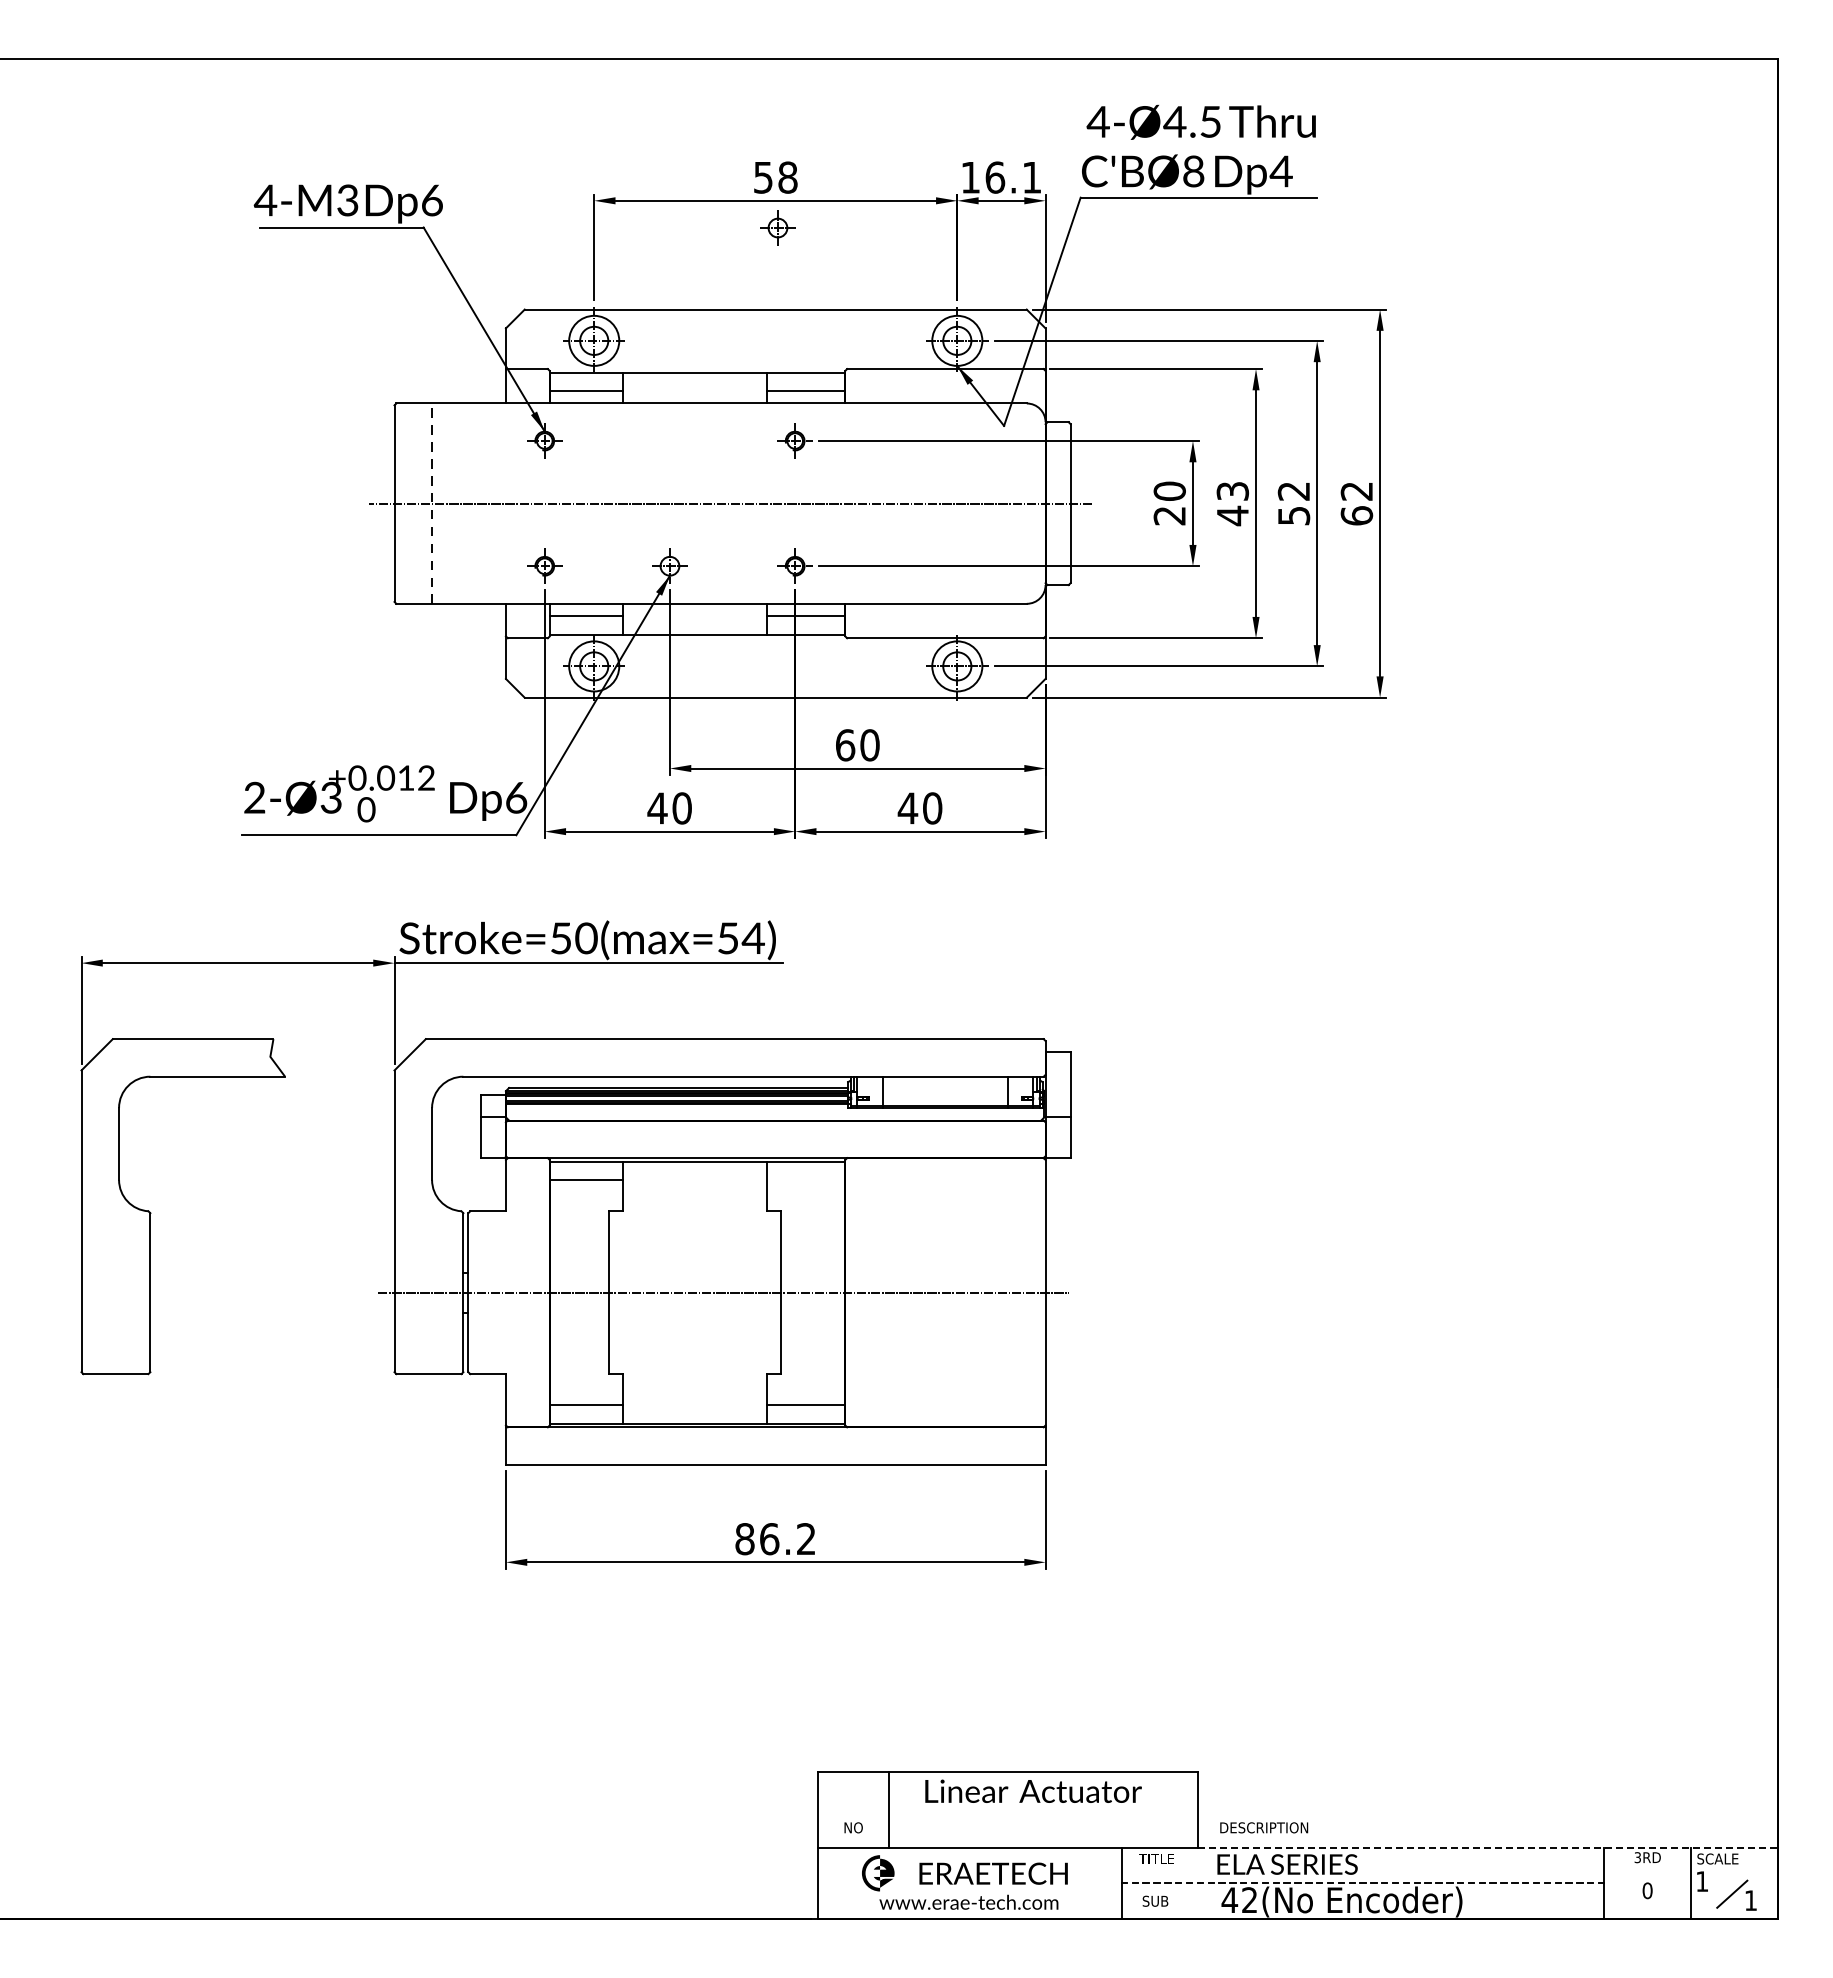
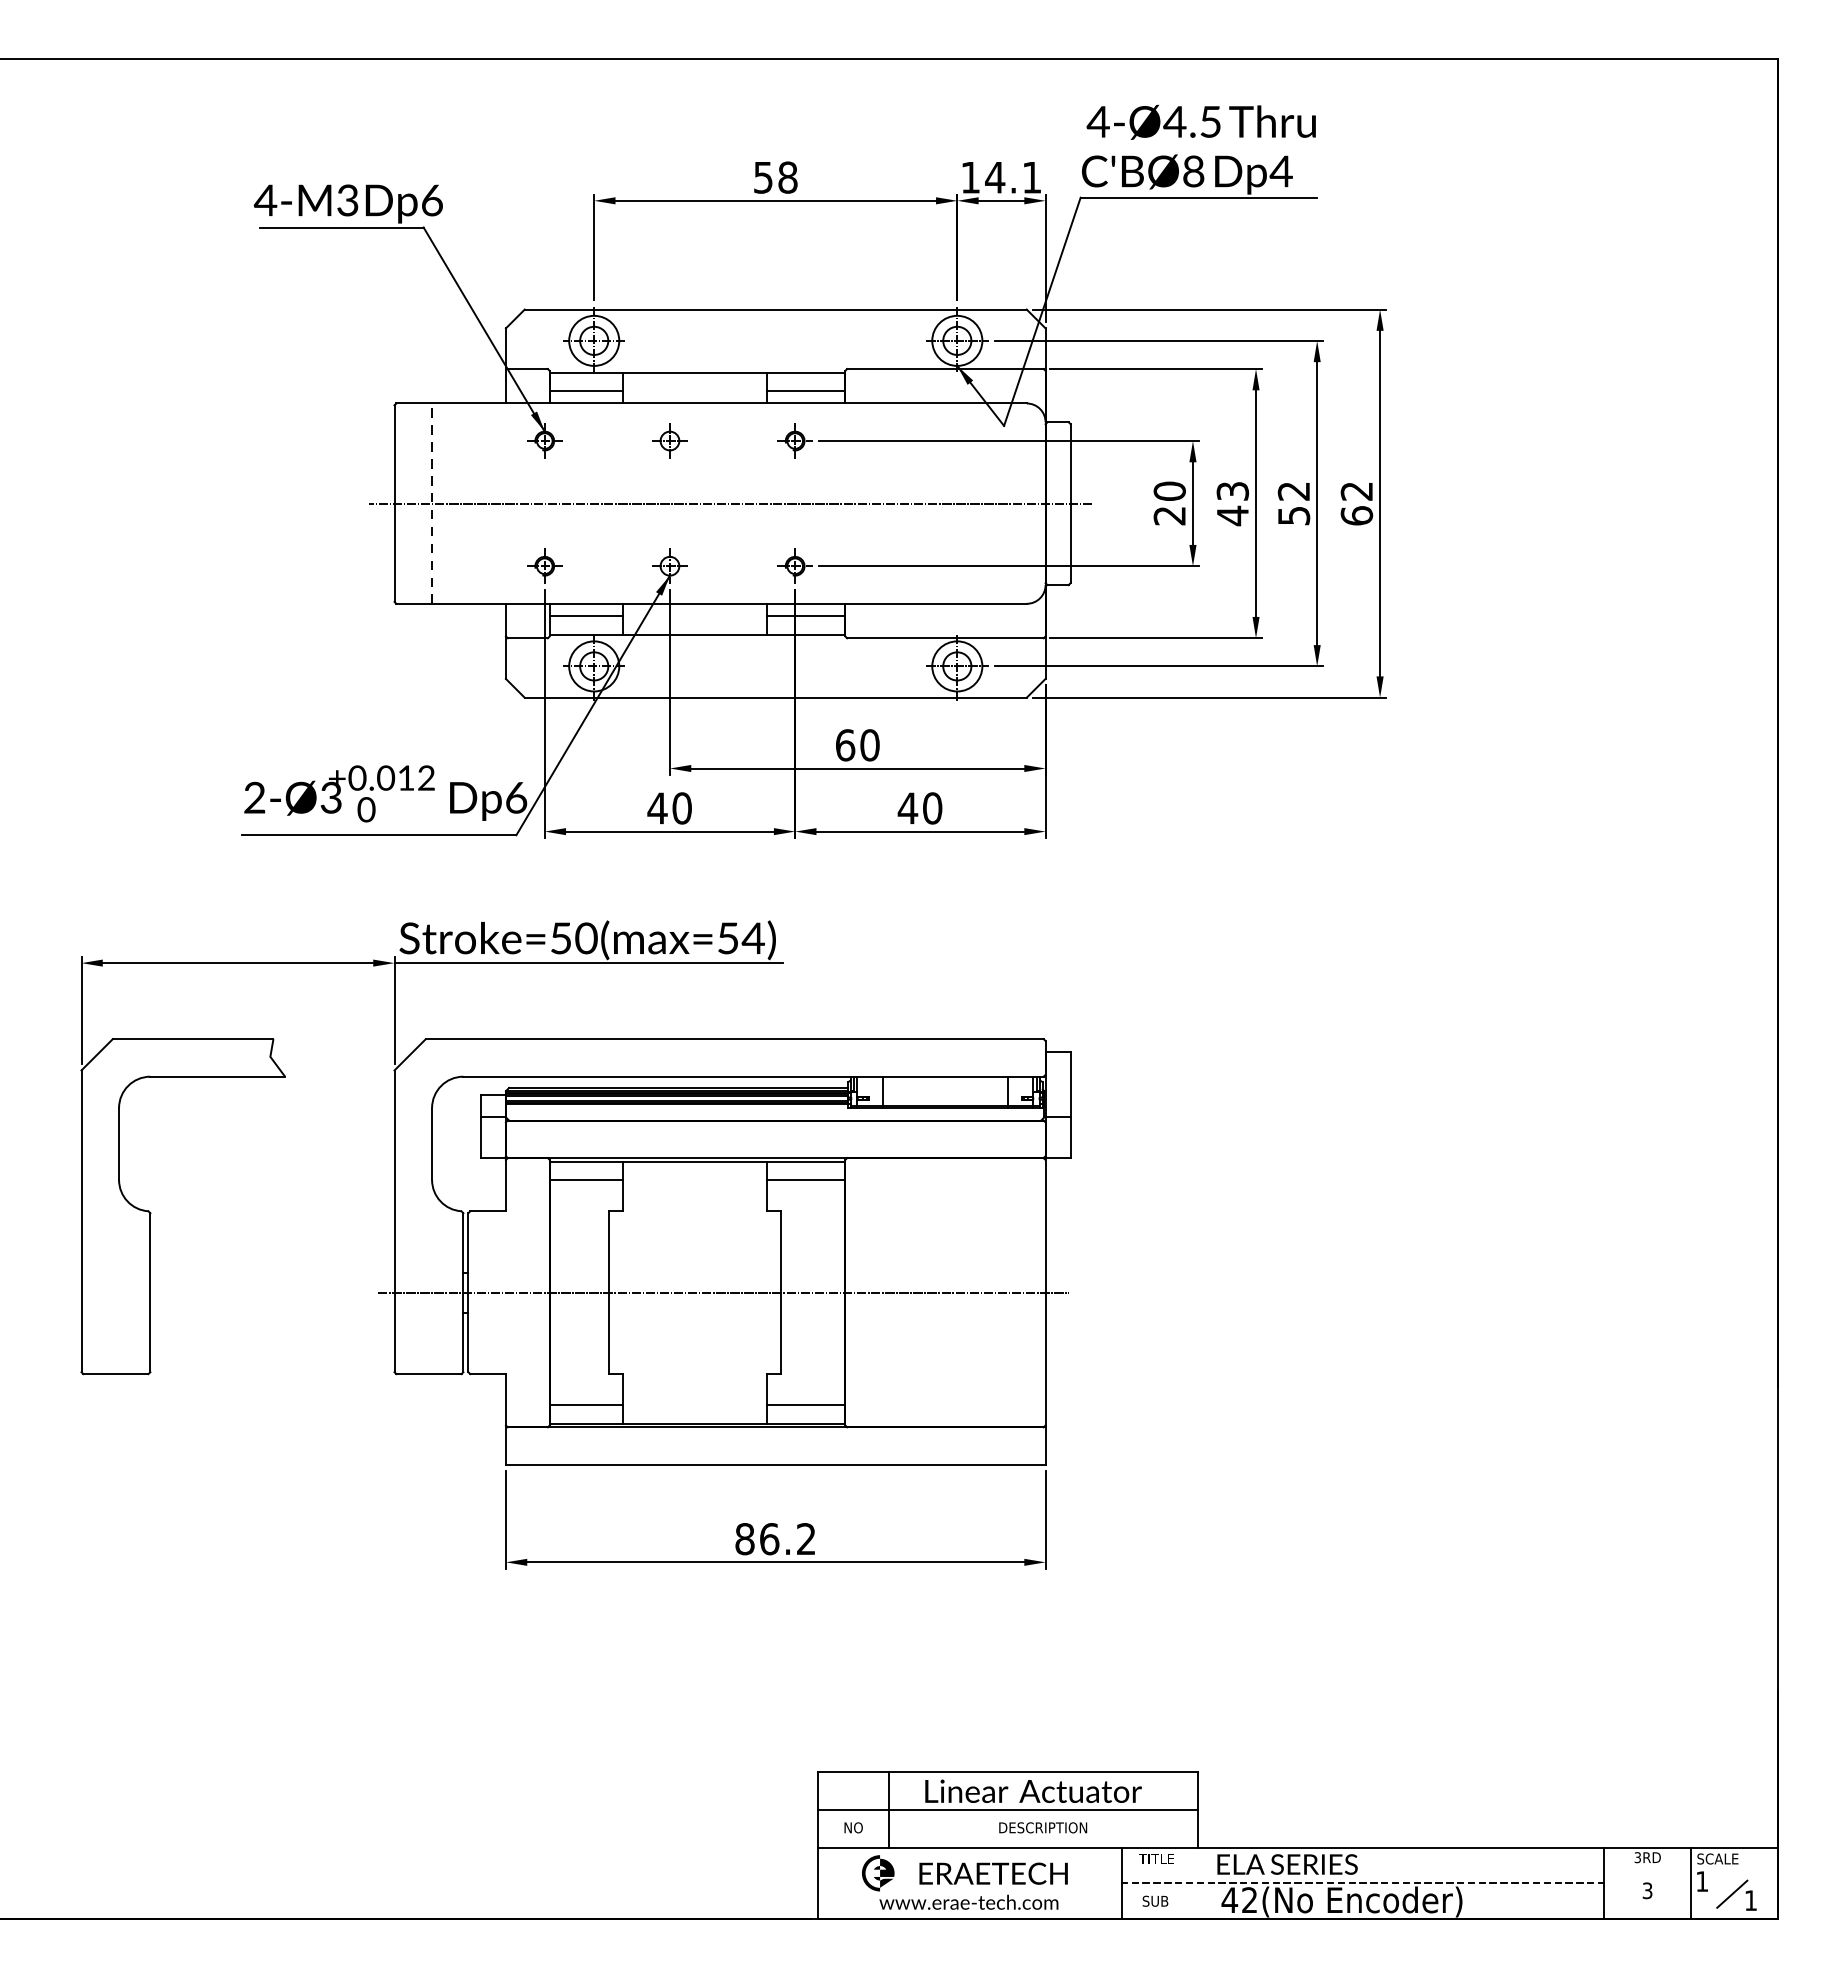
text at (995, 177): 16.1 -> 14.1
part at (777, 227) position: (777, 227) -> (669, 440)
line at (806, 1180): none -> present
line at (1007, 1810): none -> present
text at (1264, 1827) position: (1264, 1827) -> (1043, 1827)
line at (1488, 1848): dashed -> solid
text at (1647, 1890): 0 -> 3
